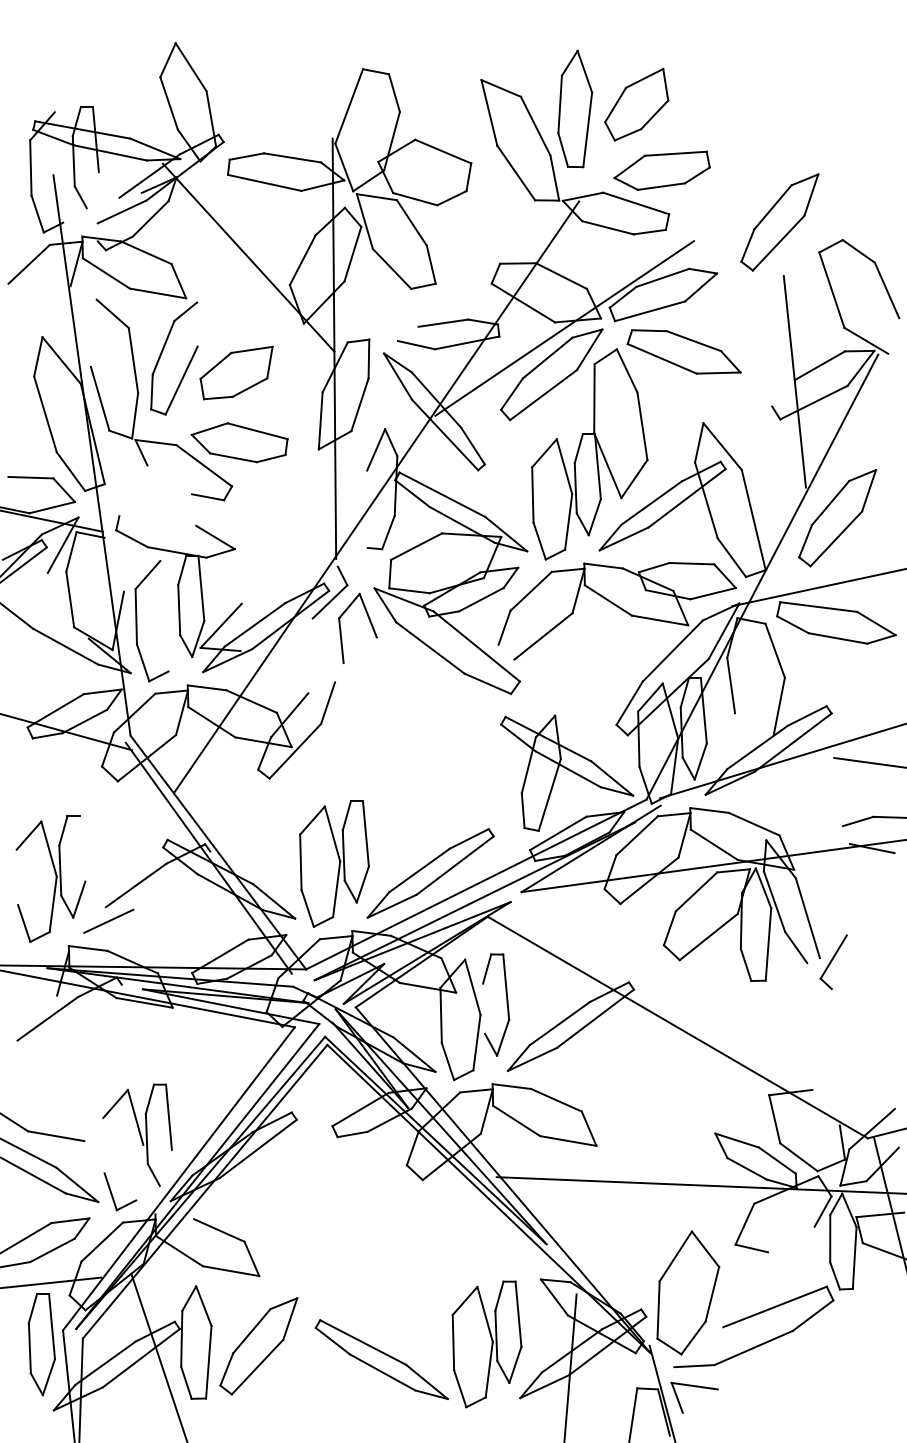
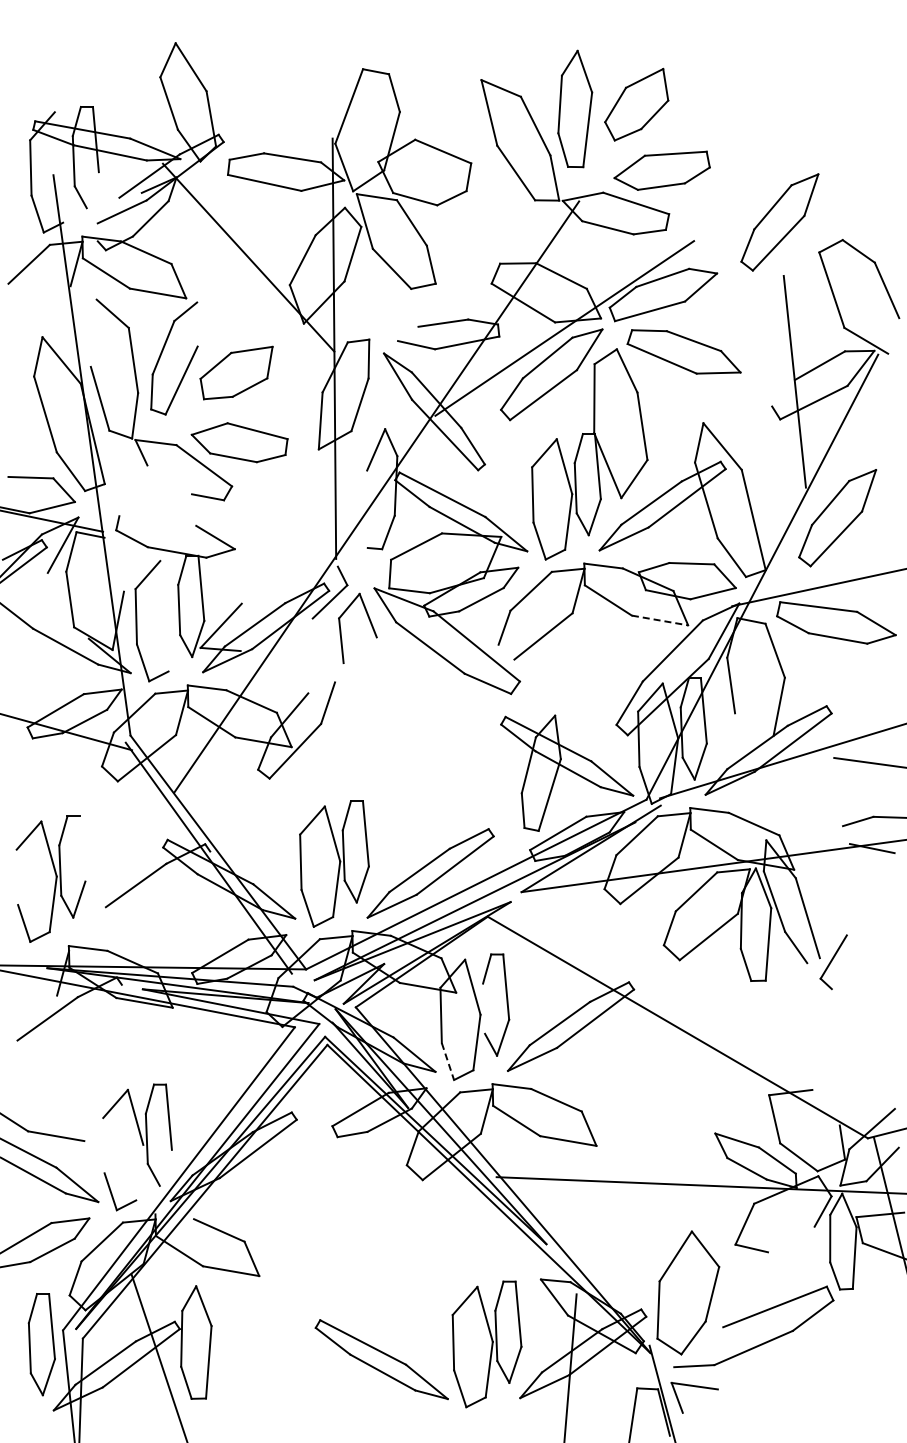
line at (660, 620): solid -> dashed
line at (108, 920): present -> none
line at (448, 1062): solid -> dashed
line at (51, 1282): present -> none
part at (258, 1346): present -> none
